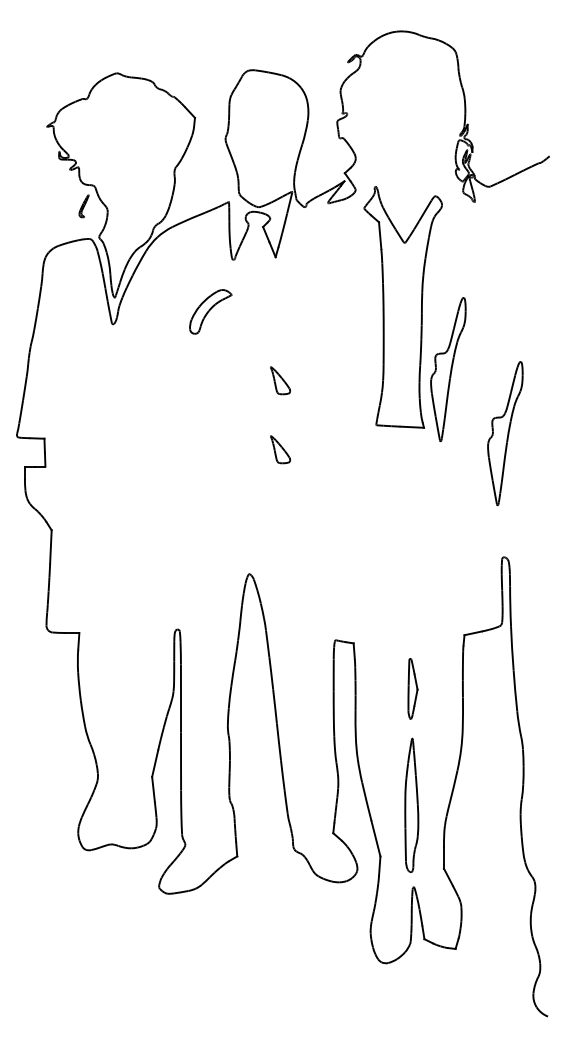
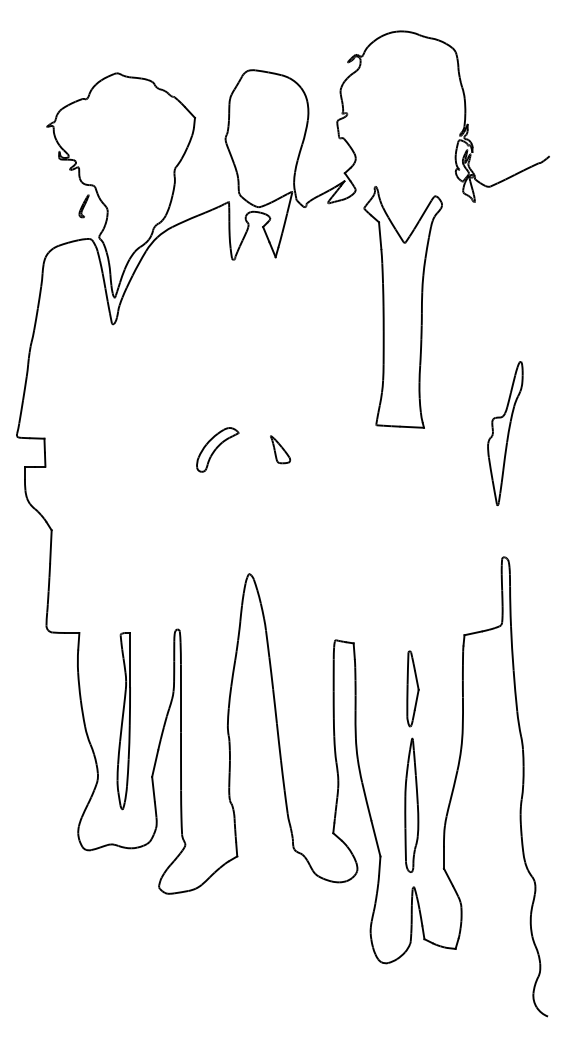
part at (210, 311) position: (210, 311) -> (217, 449)
part at (448, 369): present -> none
part at (280, 380): present -> none
part at (412, 688) size: 12x62 px -> 14x78 px
part at (123, 721): none -> present
